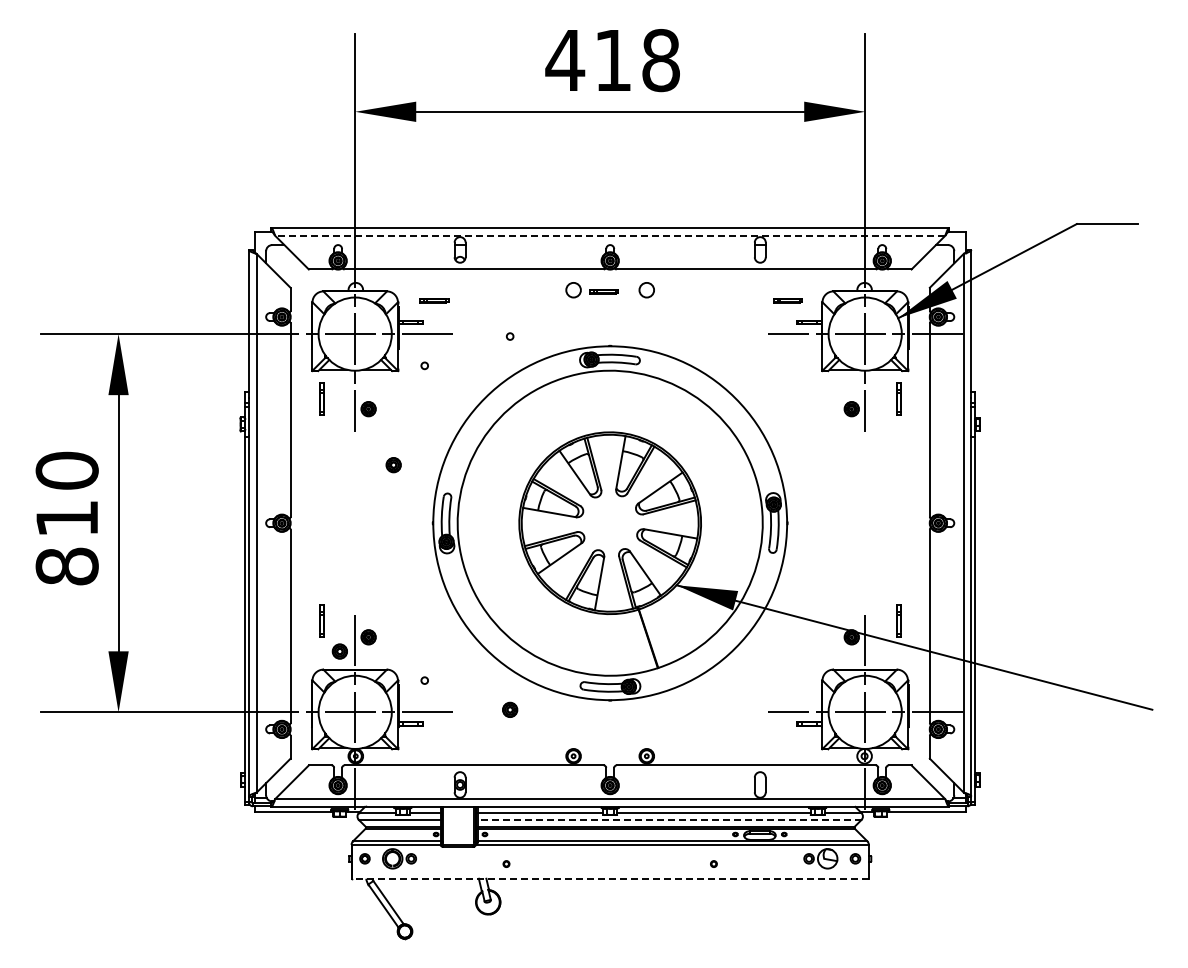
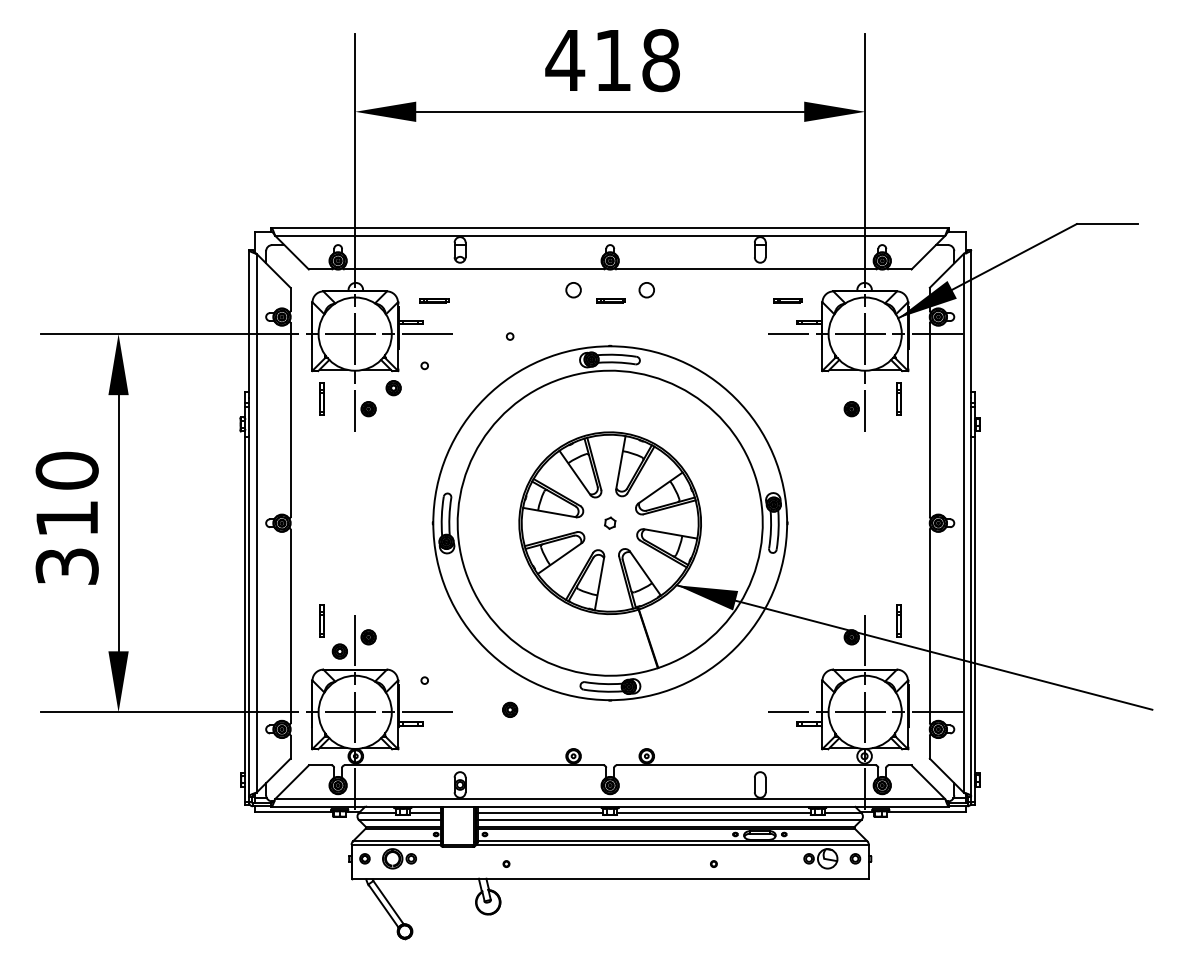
line at (609, 235): dashed -> solid
part at (603, 291) position: (603, 291) -> (610, 300)
part at (393, 465) position: (393, 465) -> (393, 388)
part at (610, 522): none -> present
text at (66, 566): 810 -> 310
line at (669, 819): dashed -> solid
line at (610, 878): dashed -> solid
